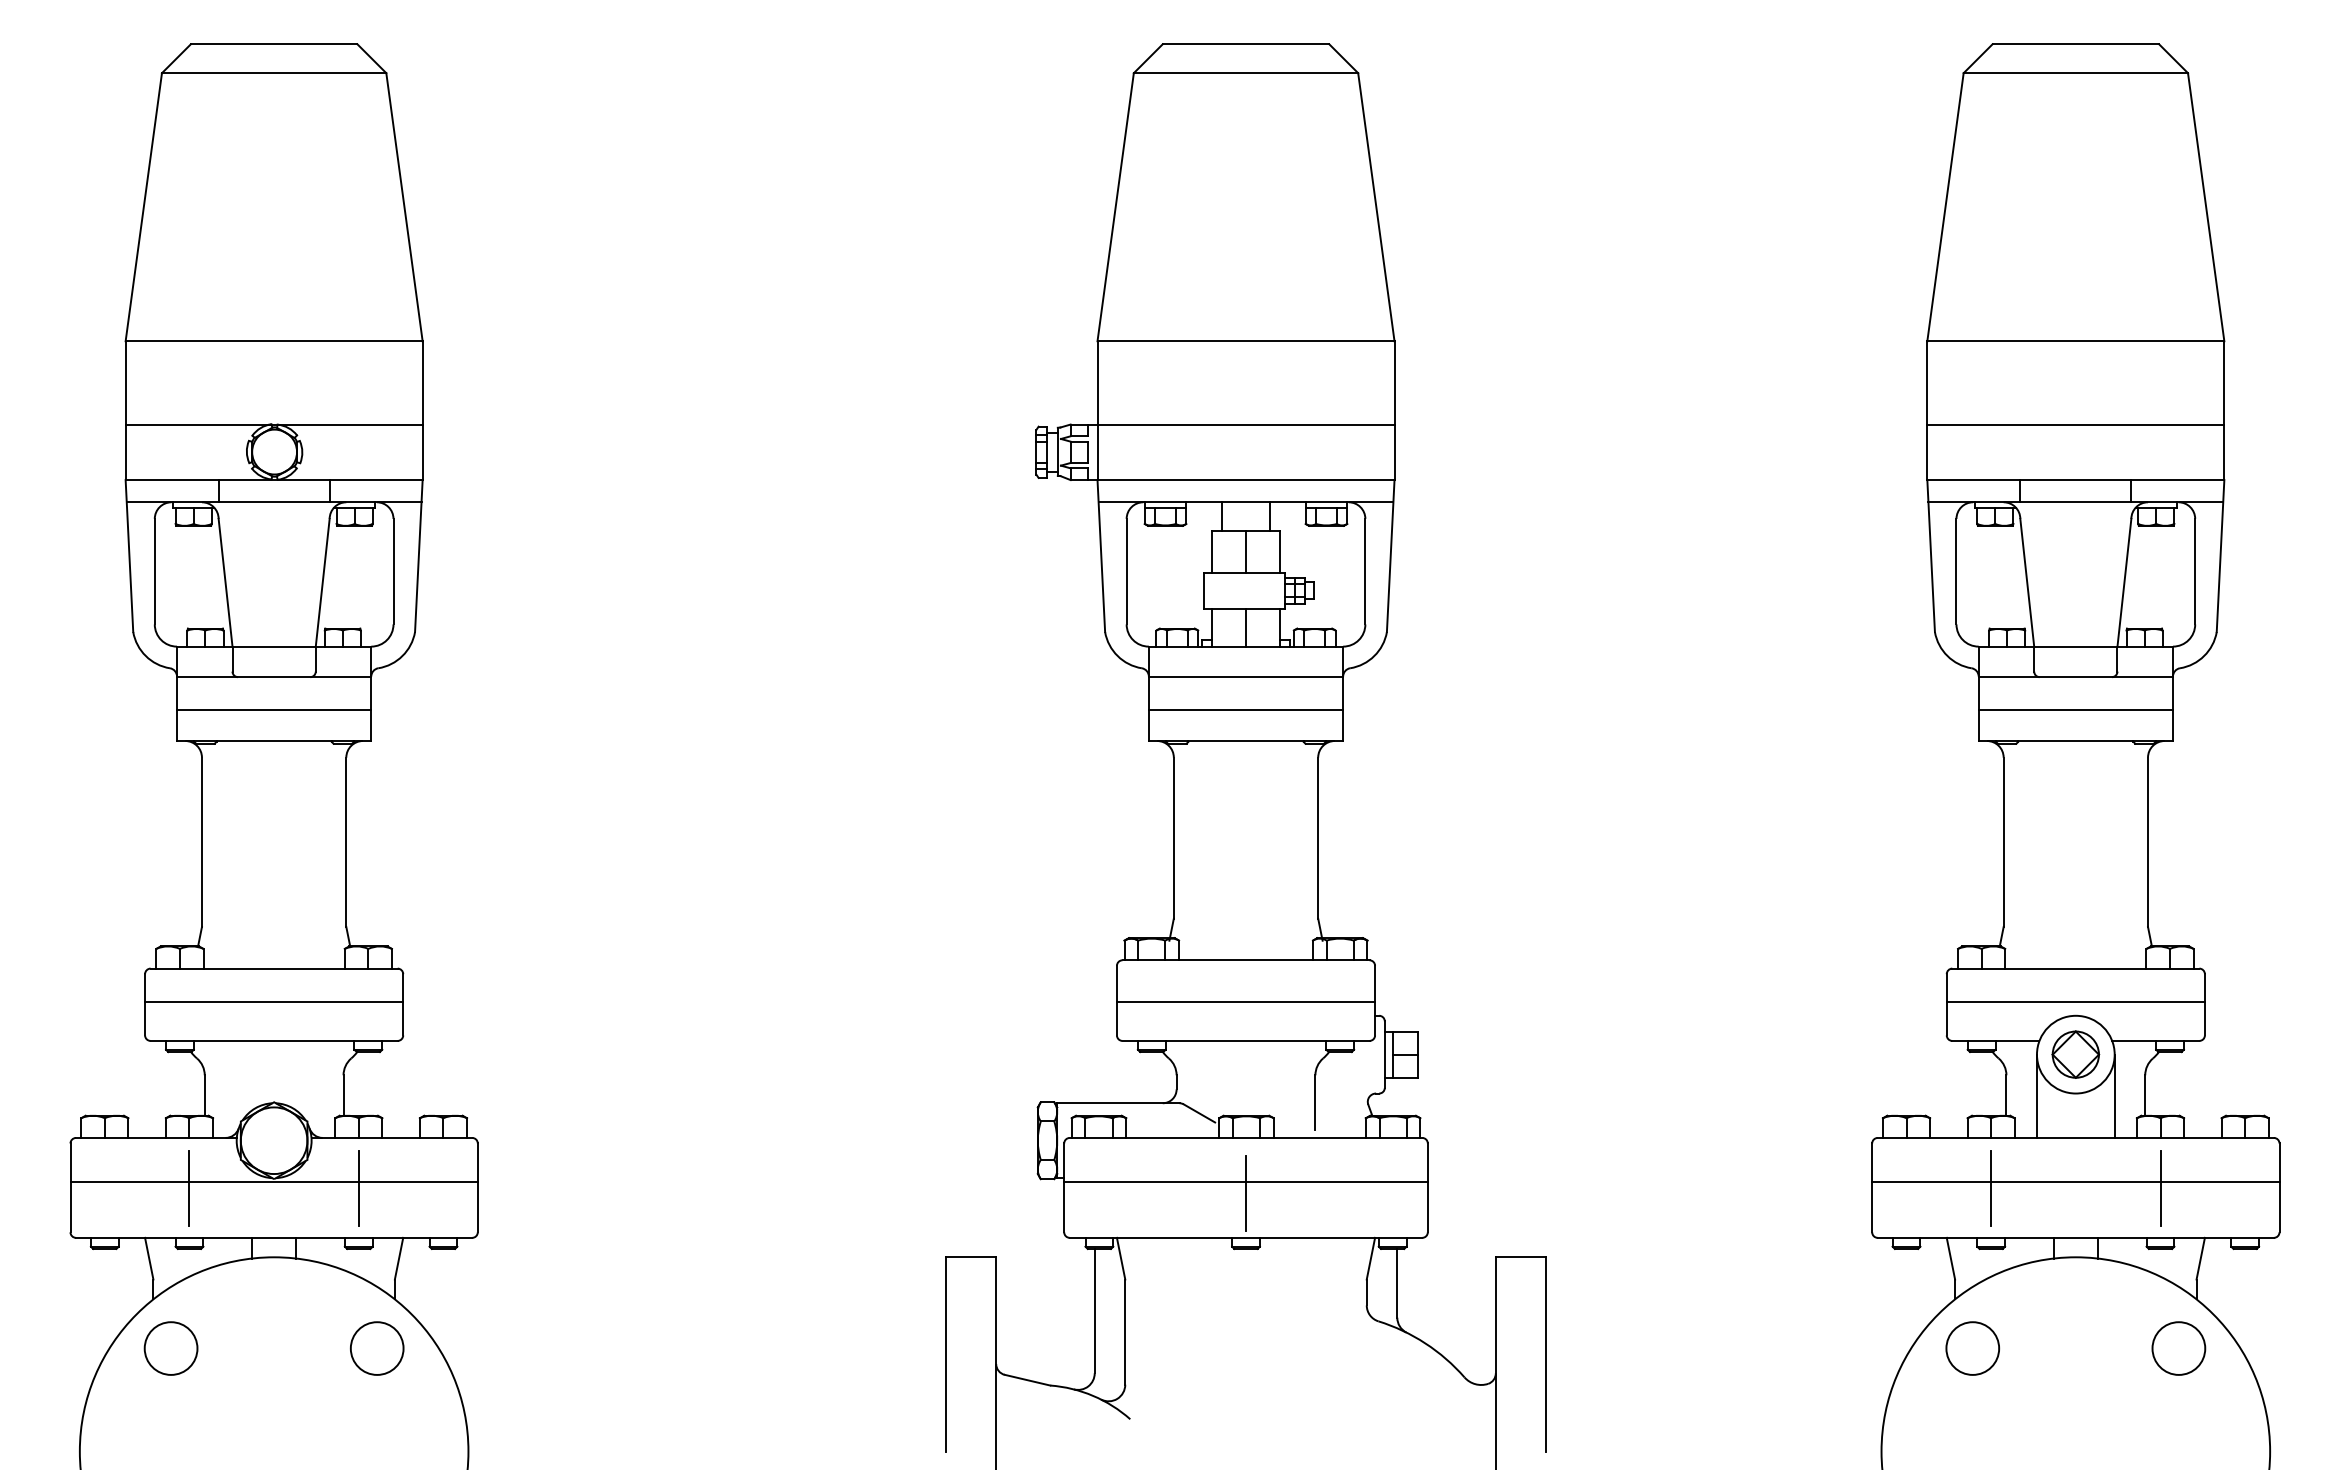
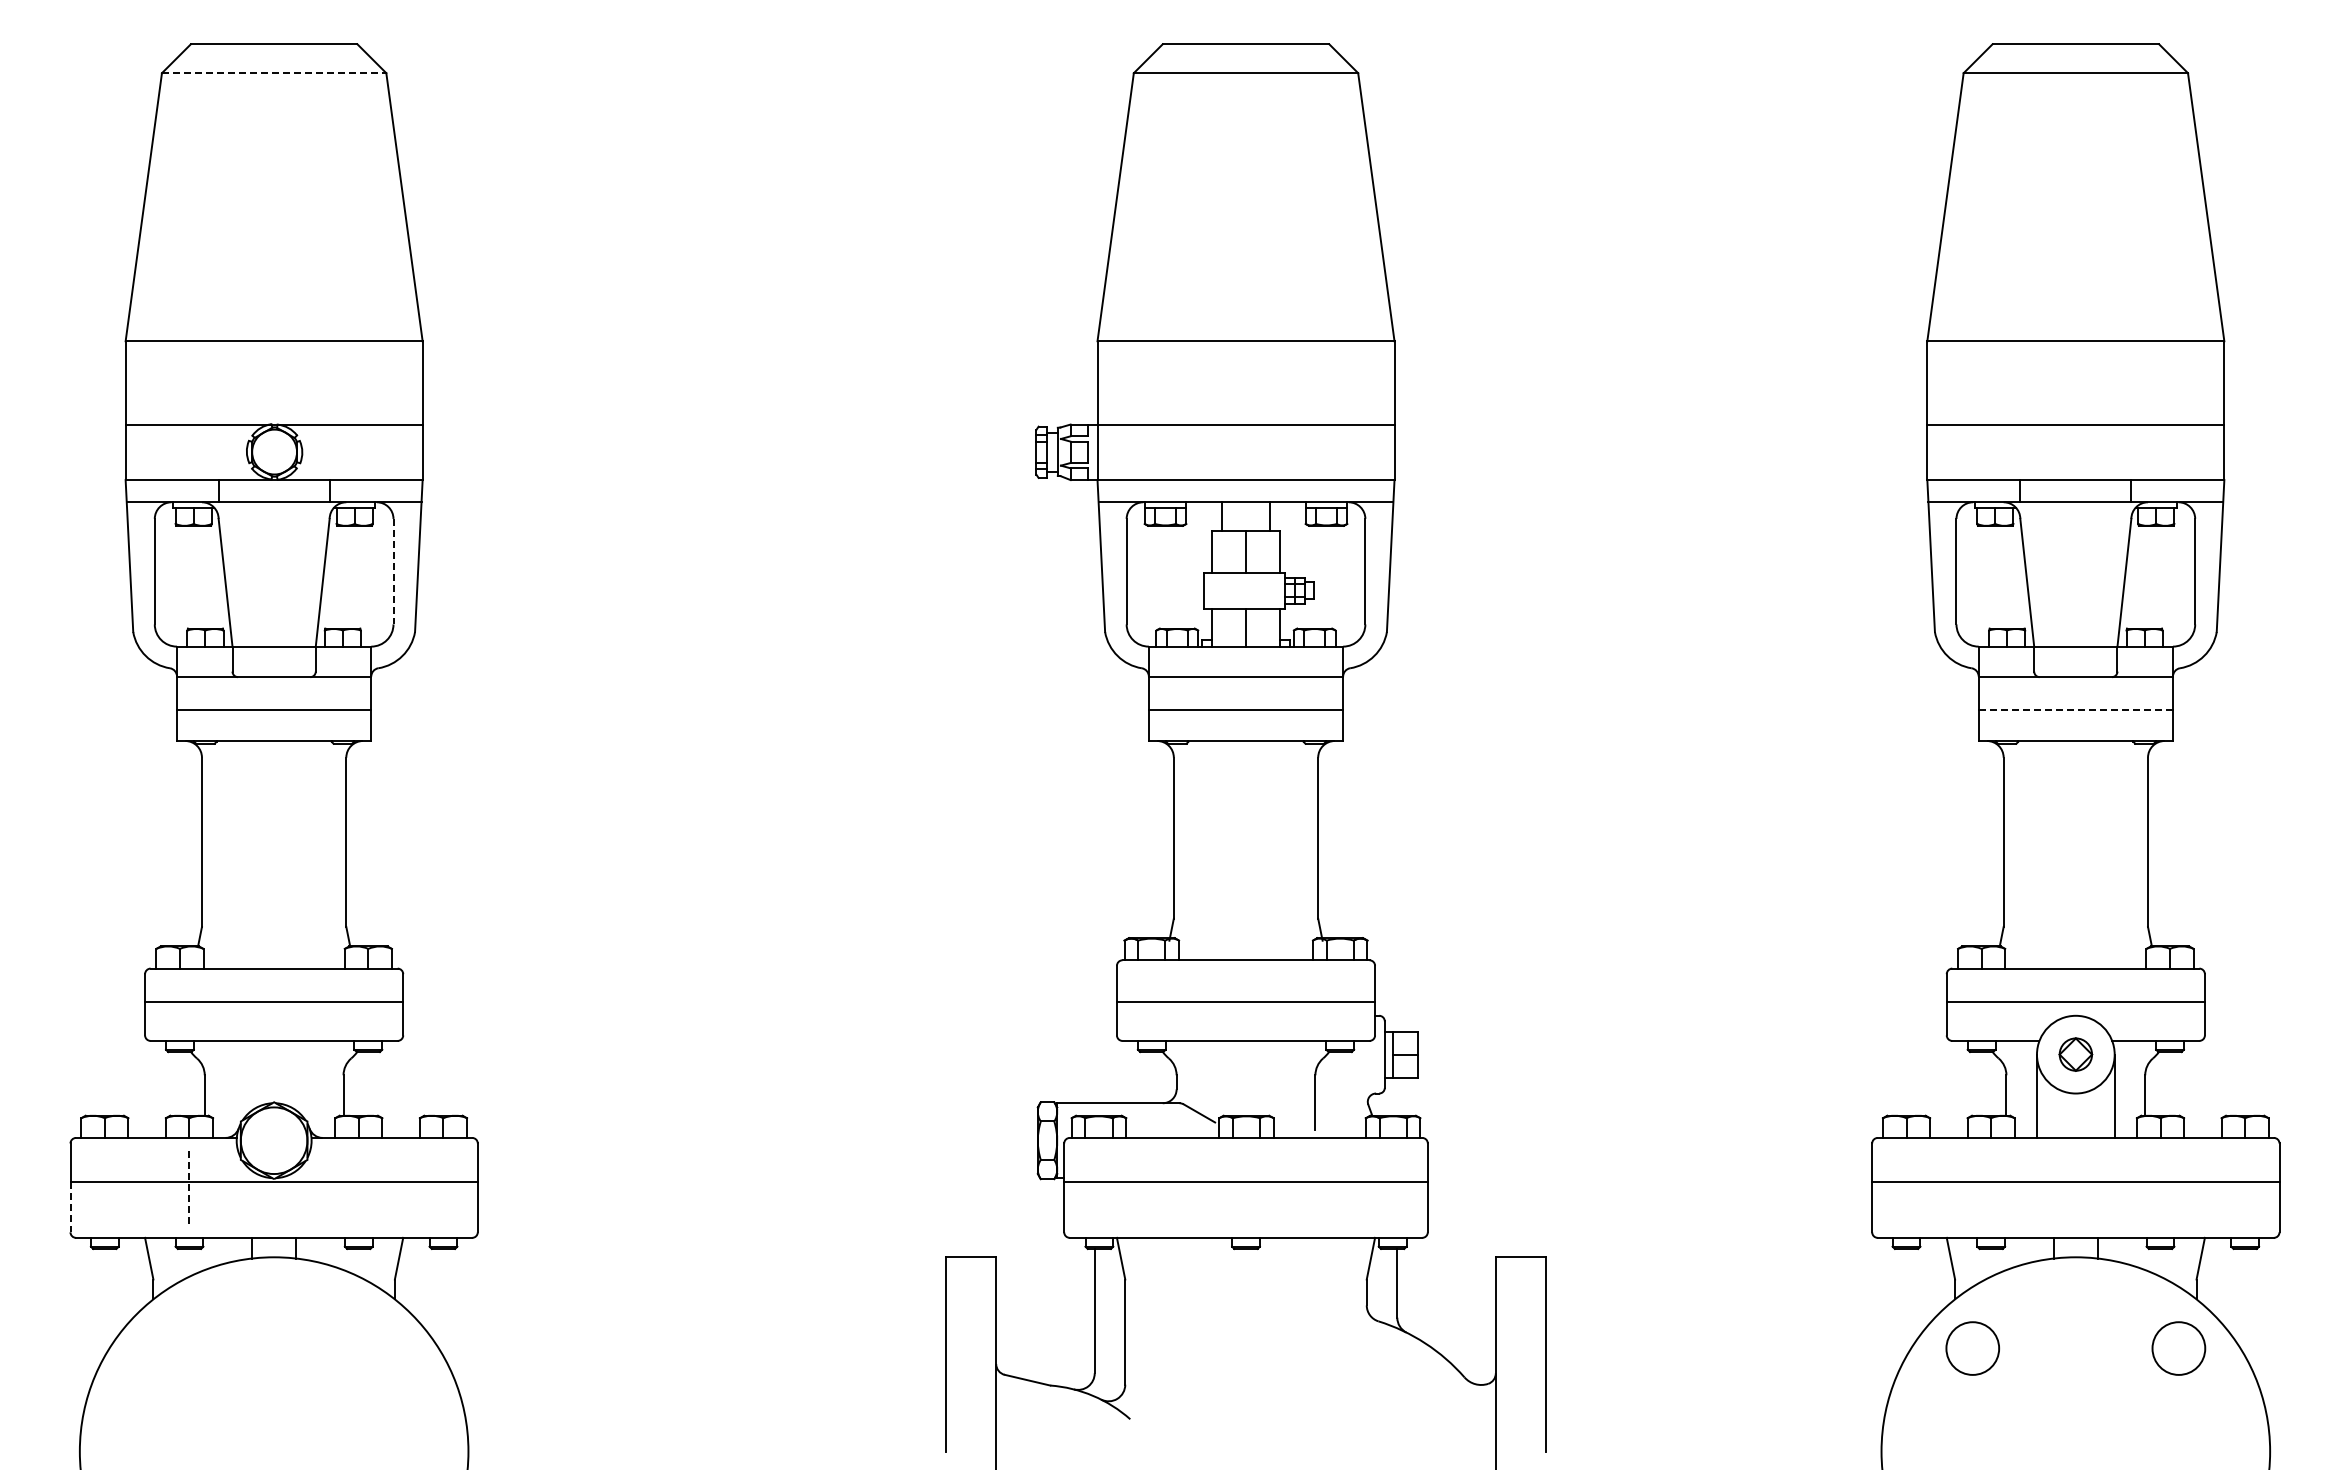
line at (274, 73): solid -> dashed
line at (393, 571): solid -> dashed
line at (2076, 710): solid -> dashed
part at (2075, 1054) size: 50x49 px -> 36x35 px
line at (189, 1188): solid -> dashed
line at (358, 1188): present -> none
line at (1991, 1188): present -> none
line at (2160, 1188): present -> none
line at (1246, 1192): present -> none
line at (70, 1207): solid -> dashed
circle at (170, 1348): present -> none
circle at (377, 1348): present -> none
